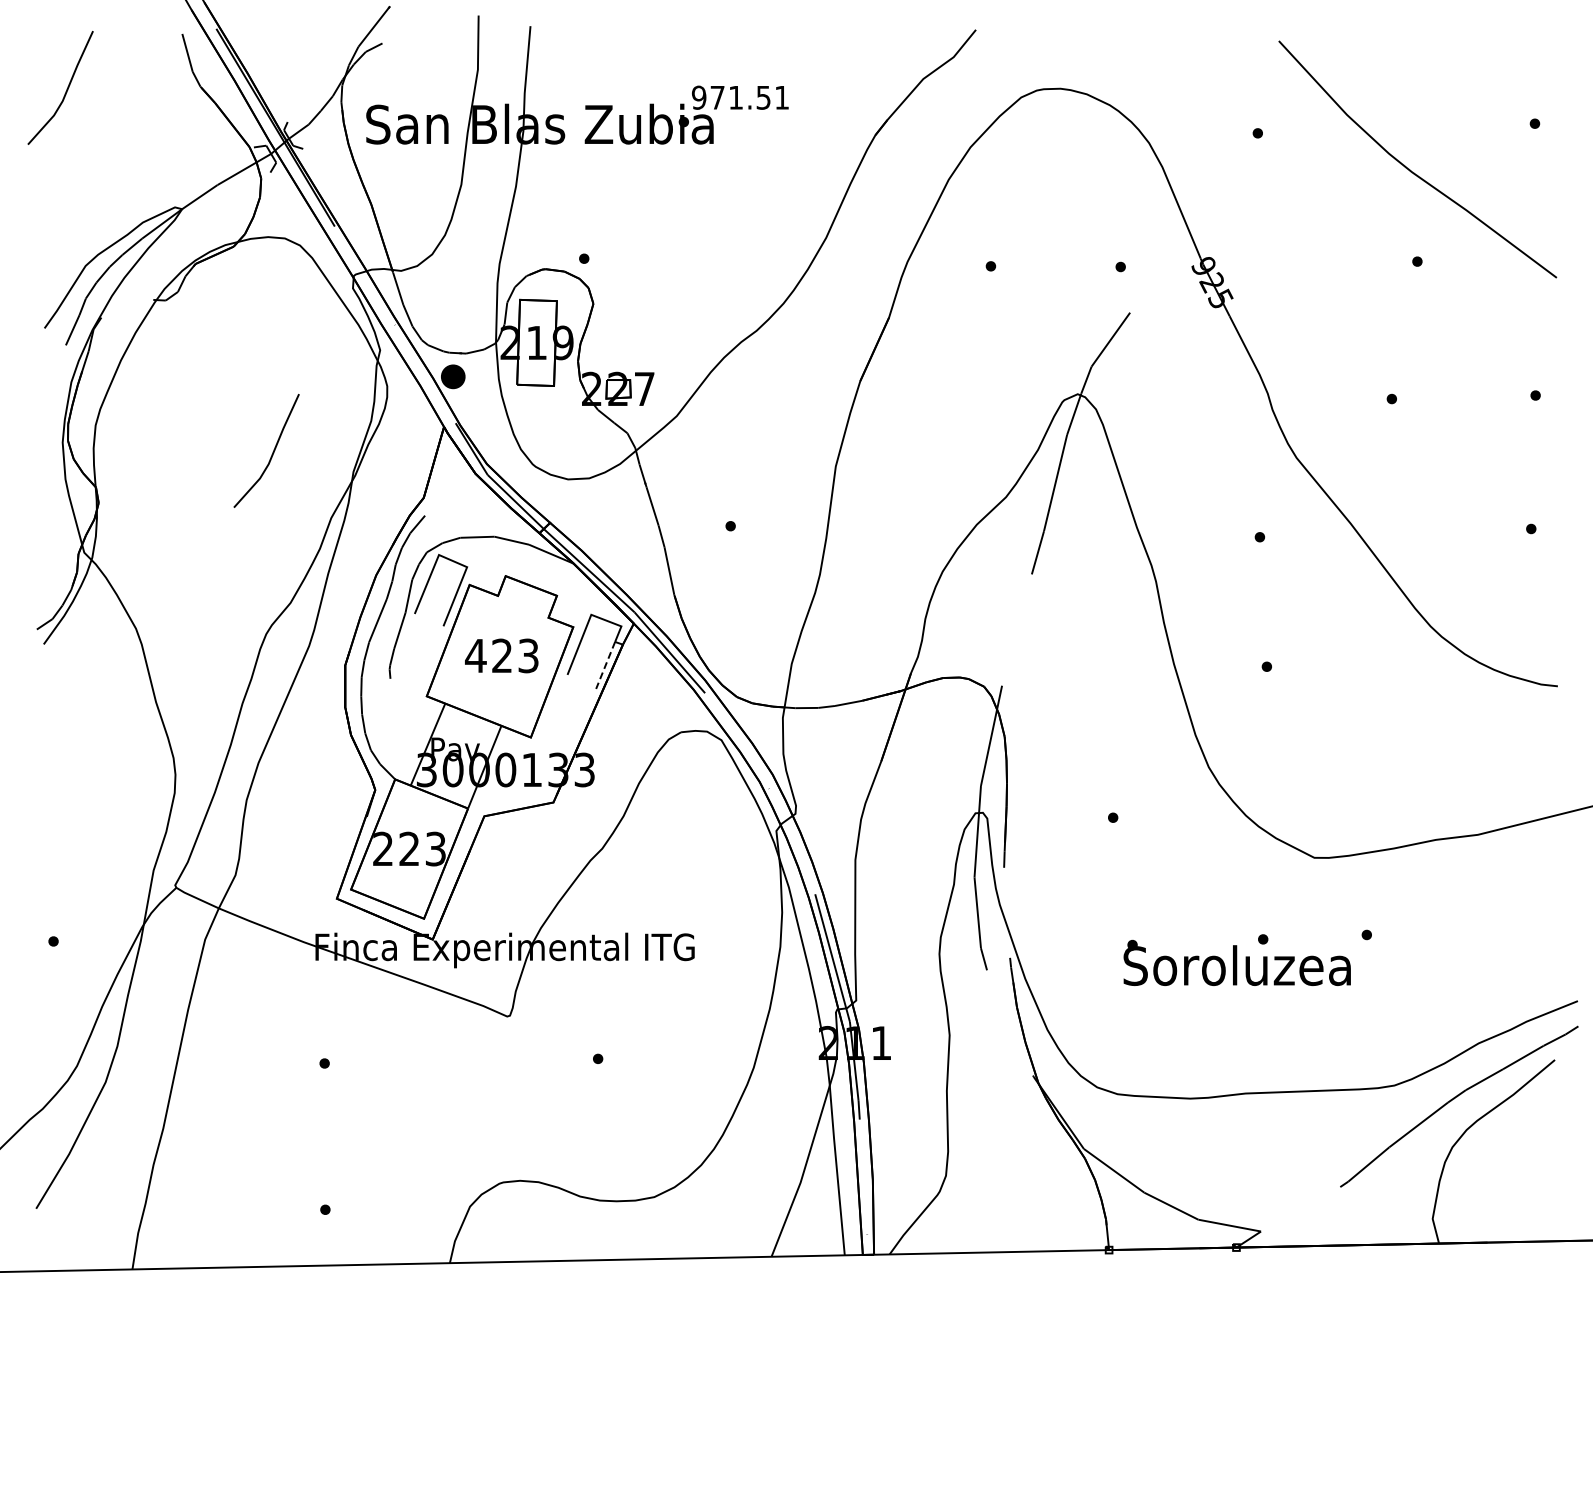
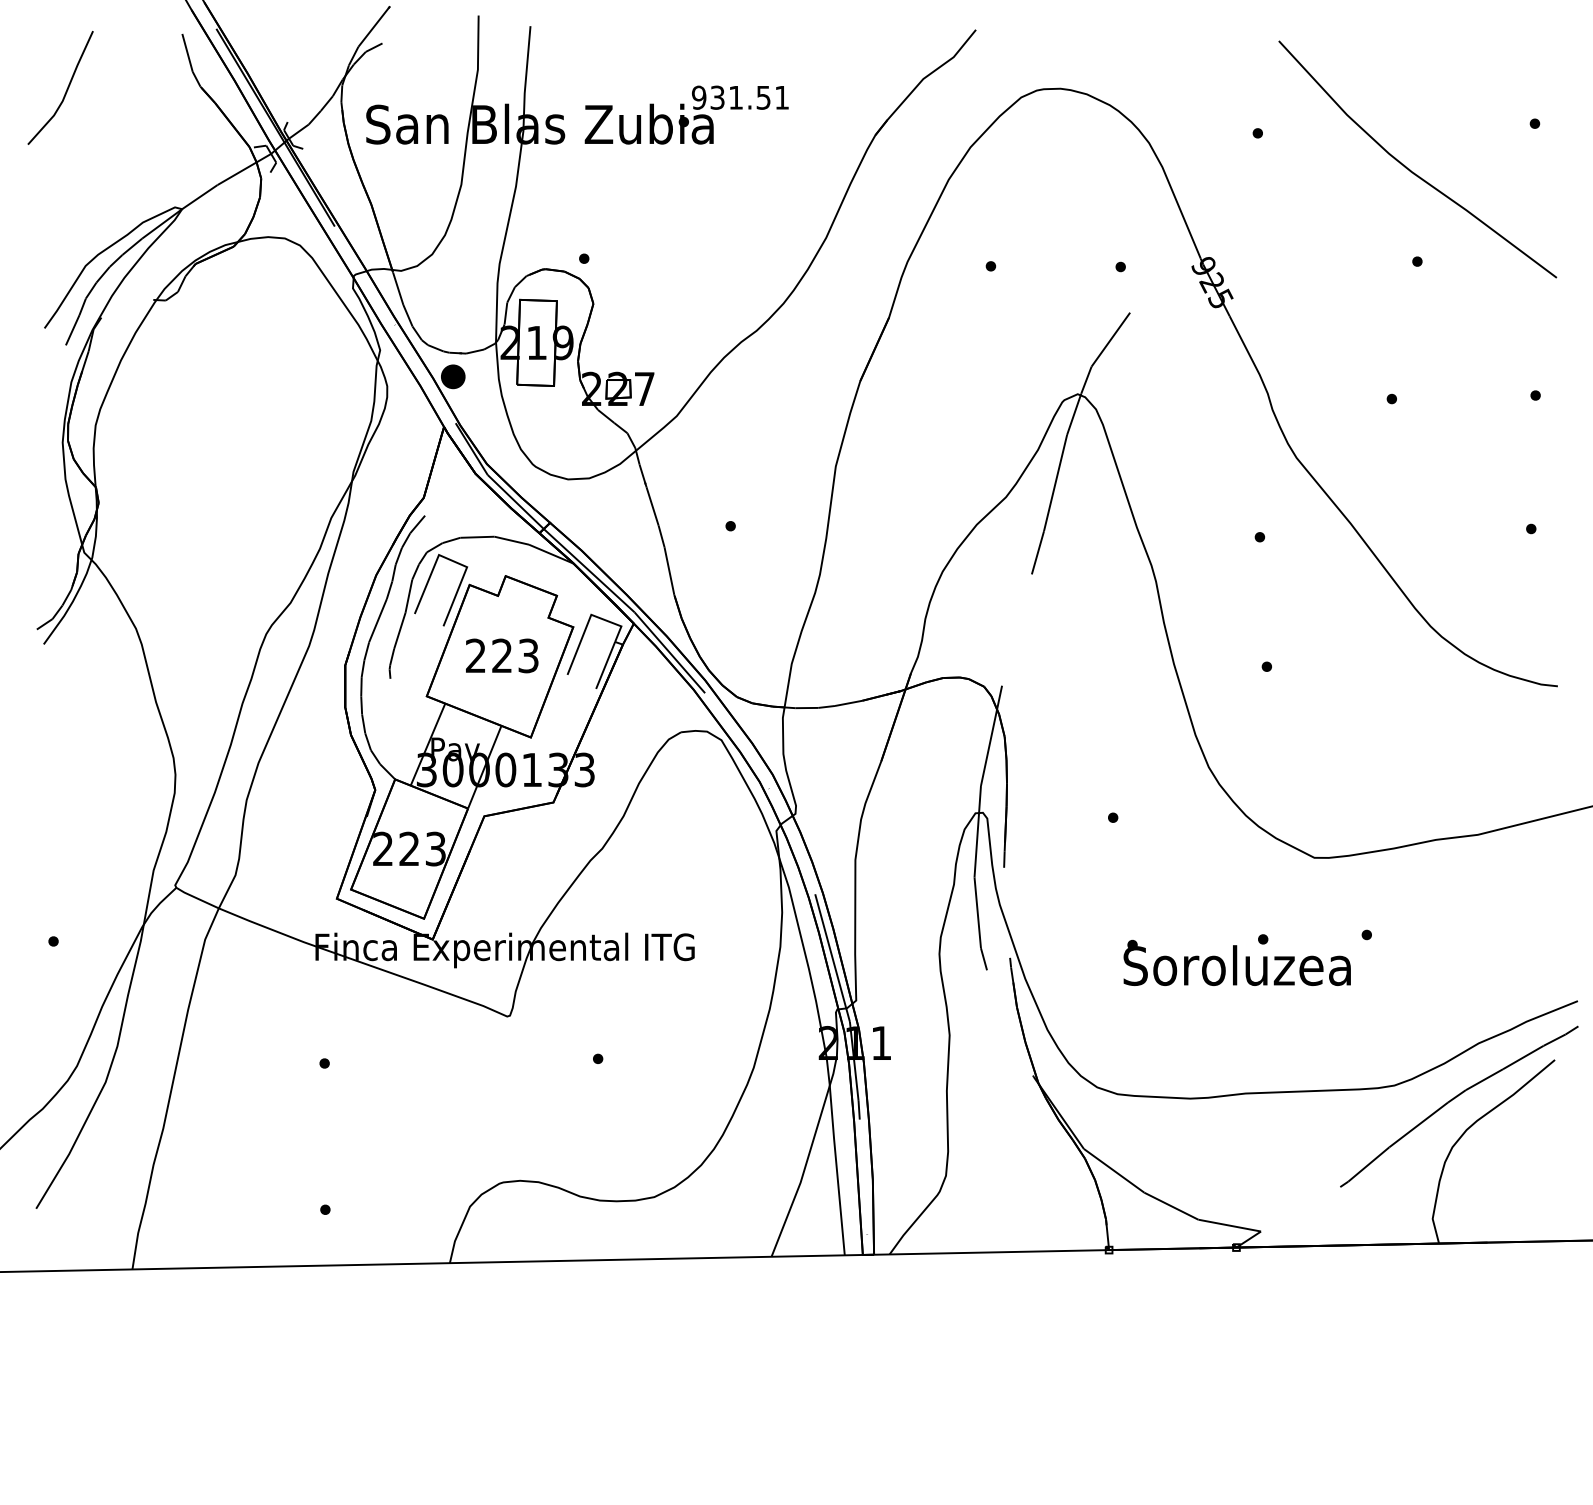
text at (717, 97): 971.51 -> 931.51
line at (272, 452): present -> none
text at (475, 655): 423 -> 223
line at (605, 665): dashed -> solid
